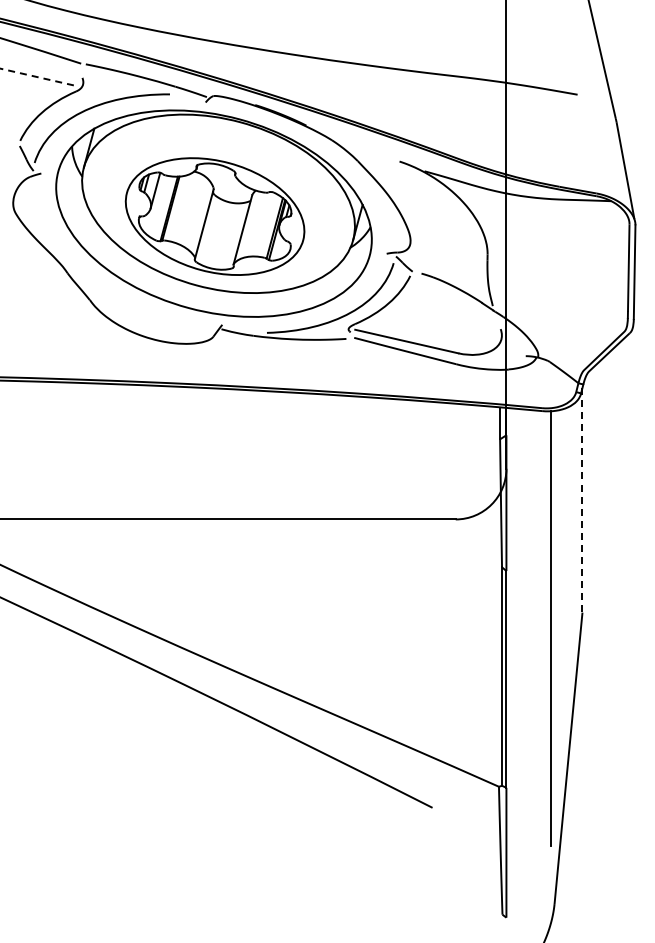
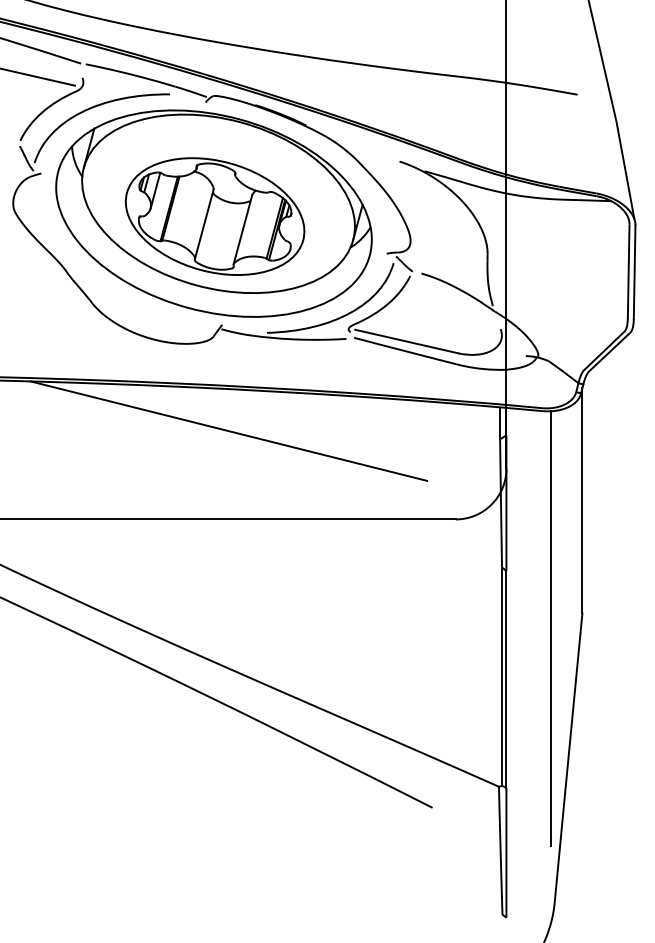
line at (38, 77): dashed -> solid
line at (228, 430): none -> present
line at (582, 500): dashed -> solid
